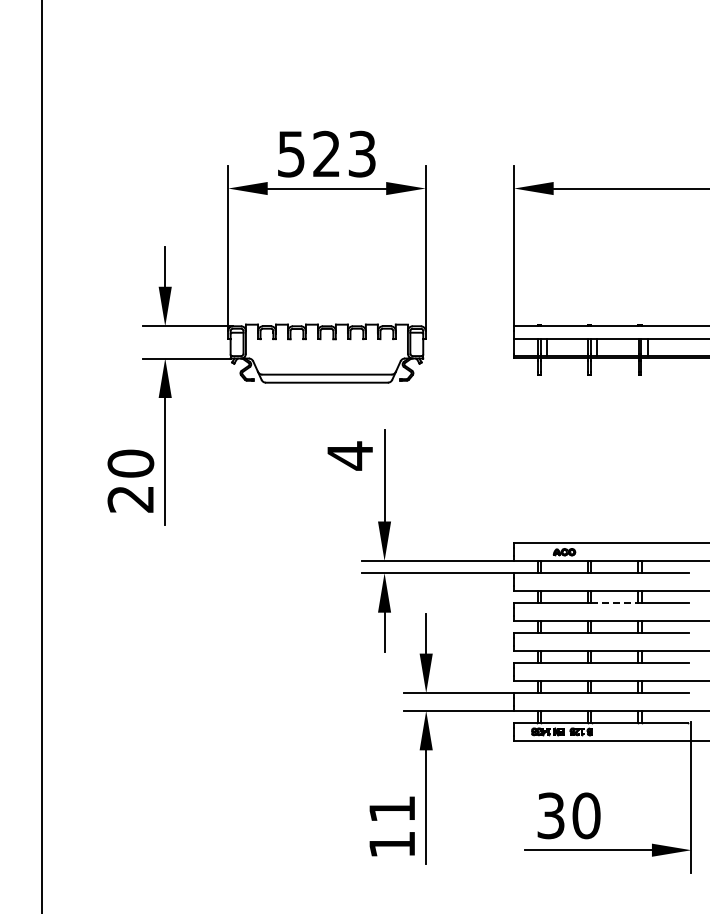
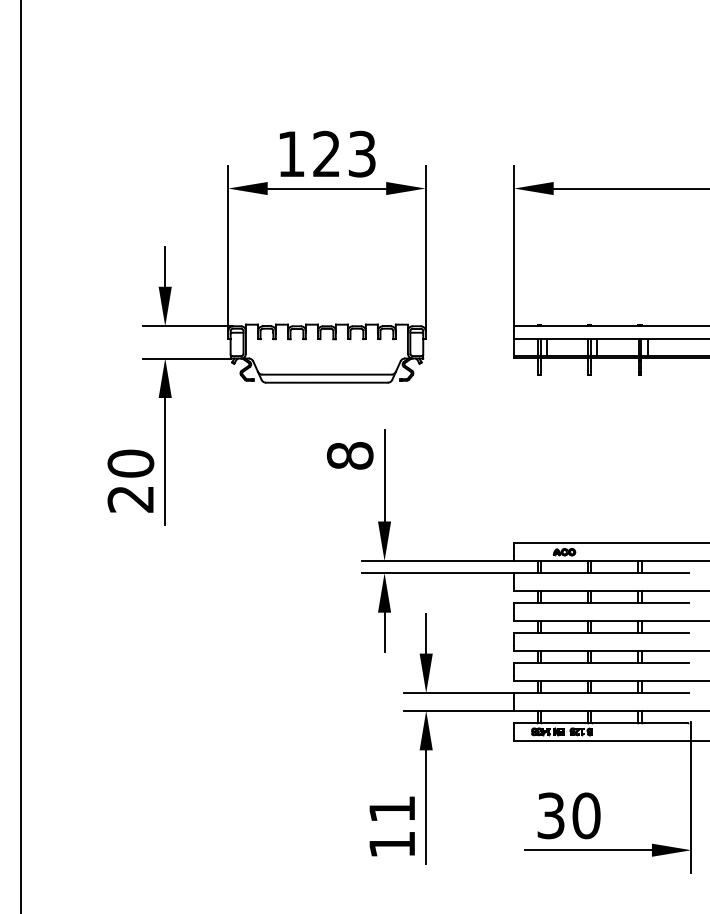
text at (291, 154): 523 -> 123
text at (349, 455): 4 -> 8
line at (42, 456) position: (42, 456) -> (21, 456)
line at (614, 603): dashed -> solid
